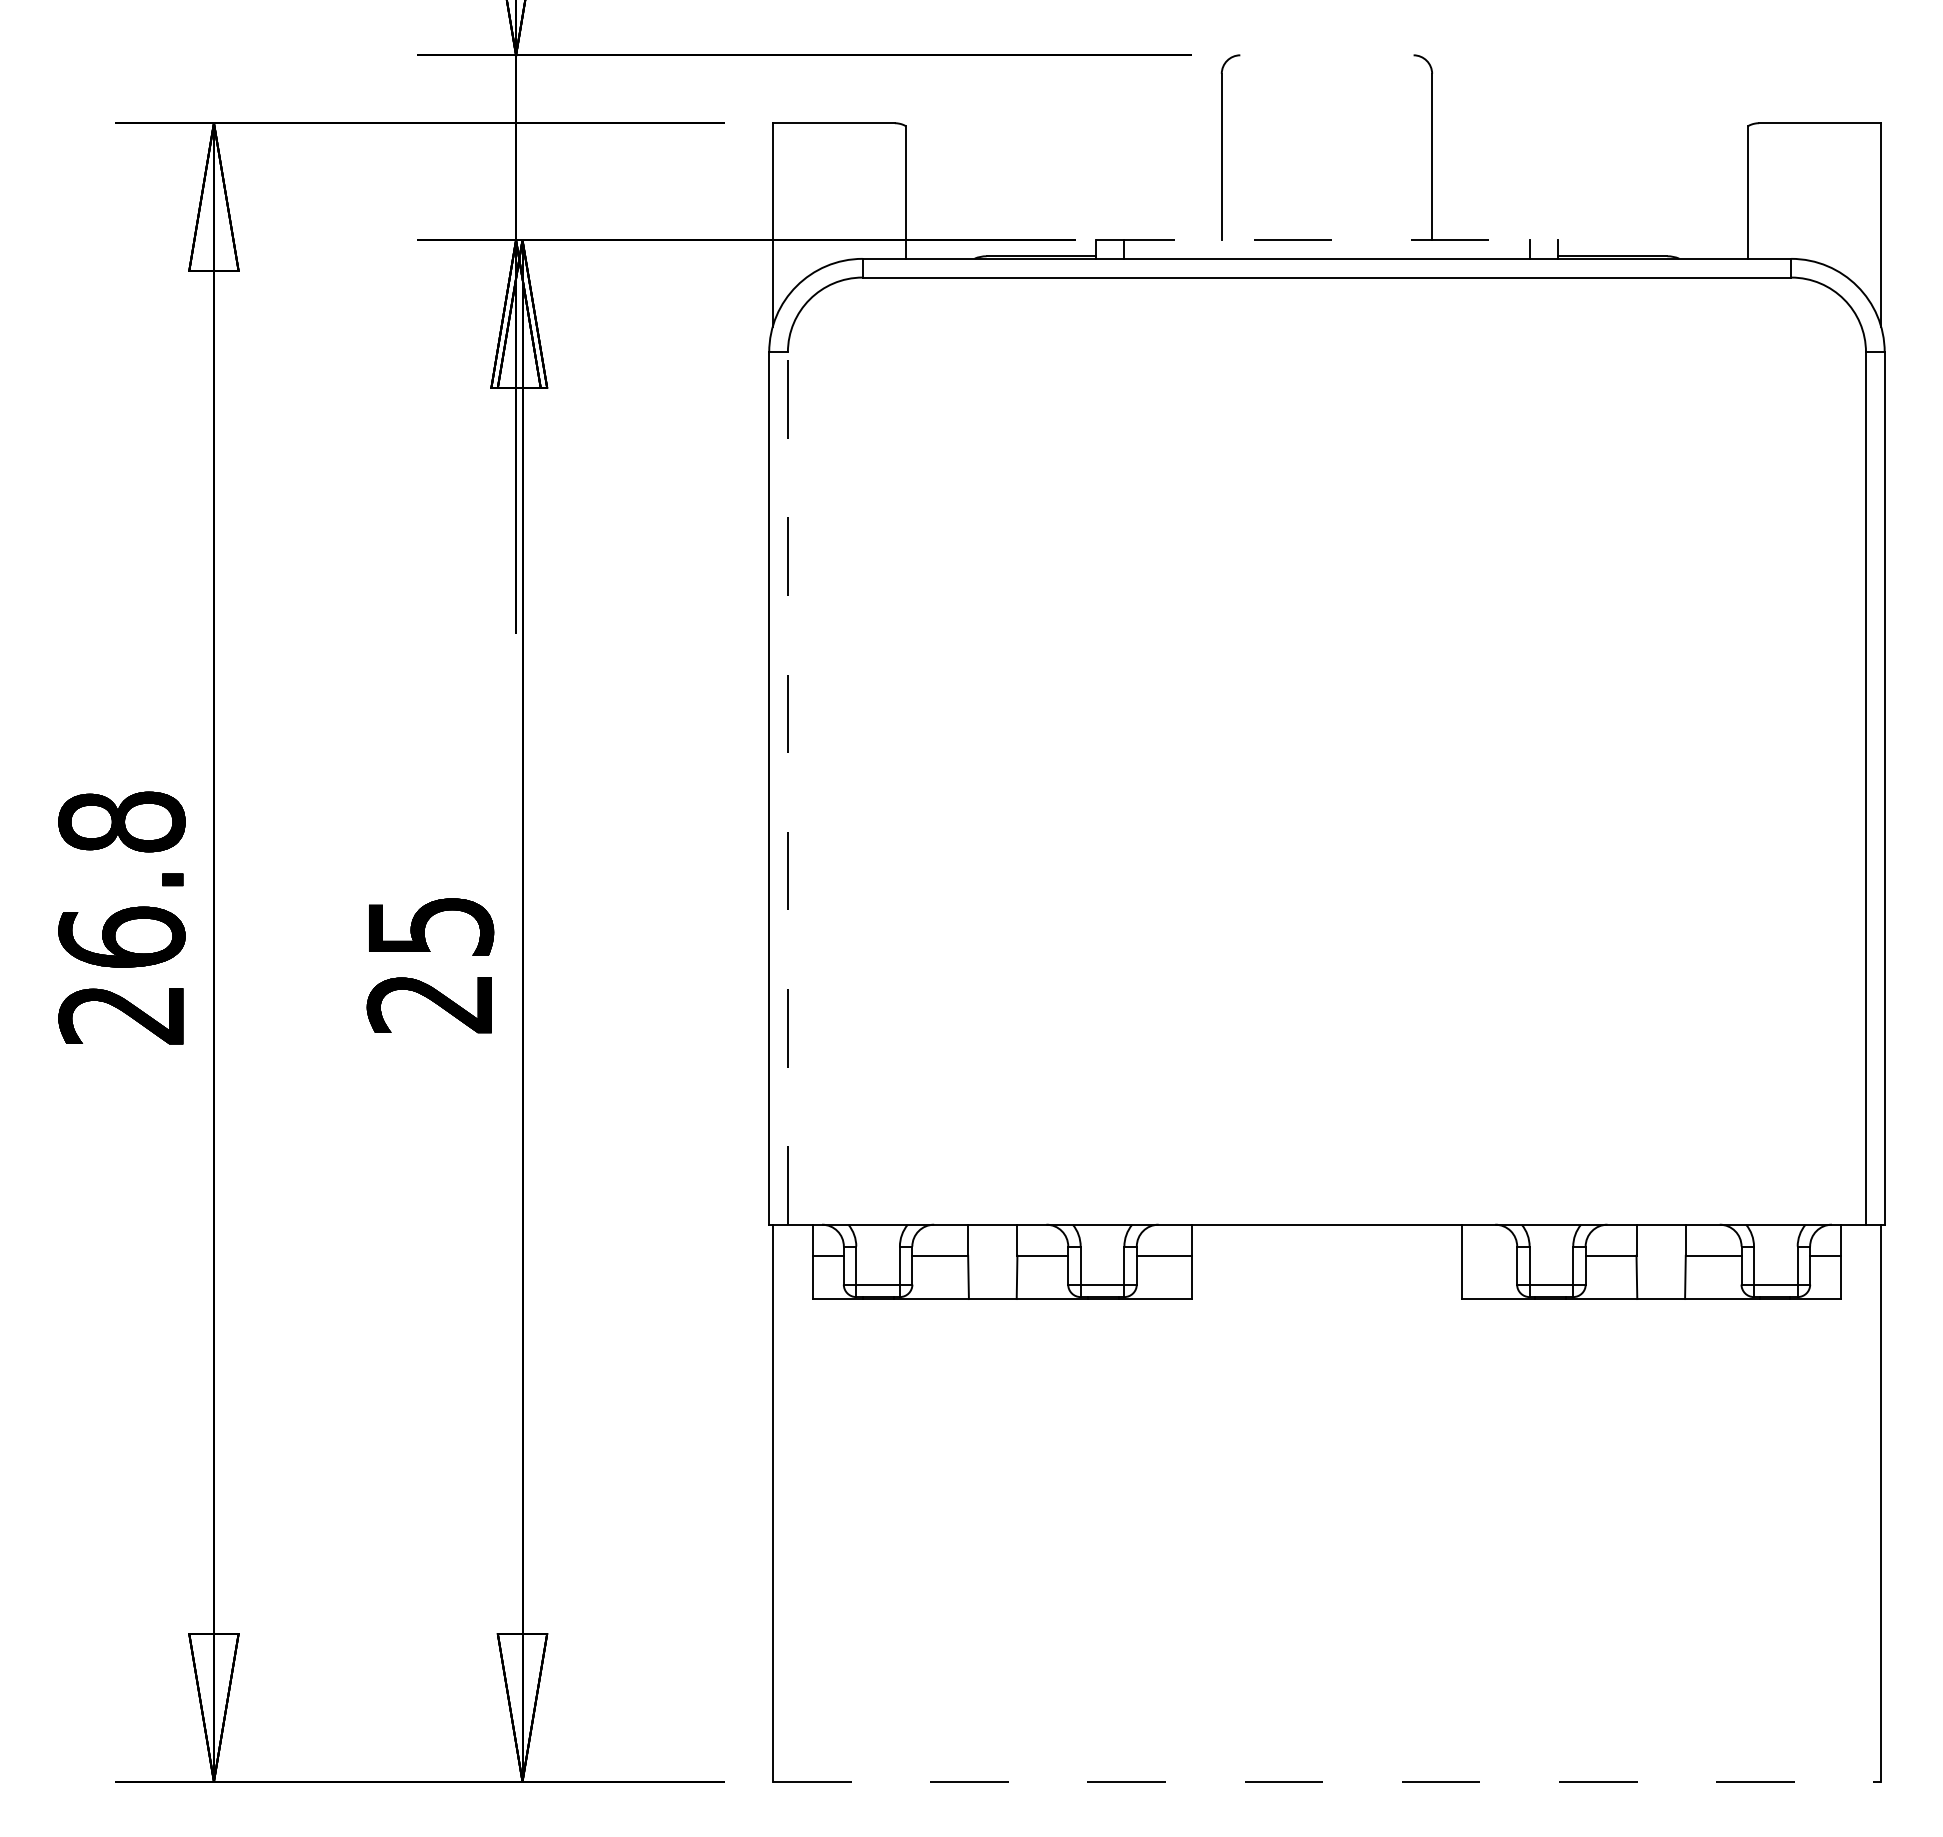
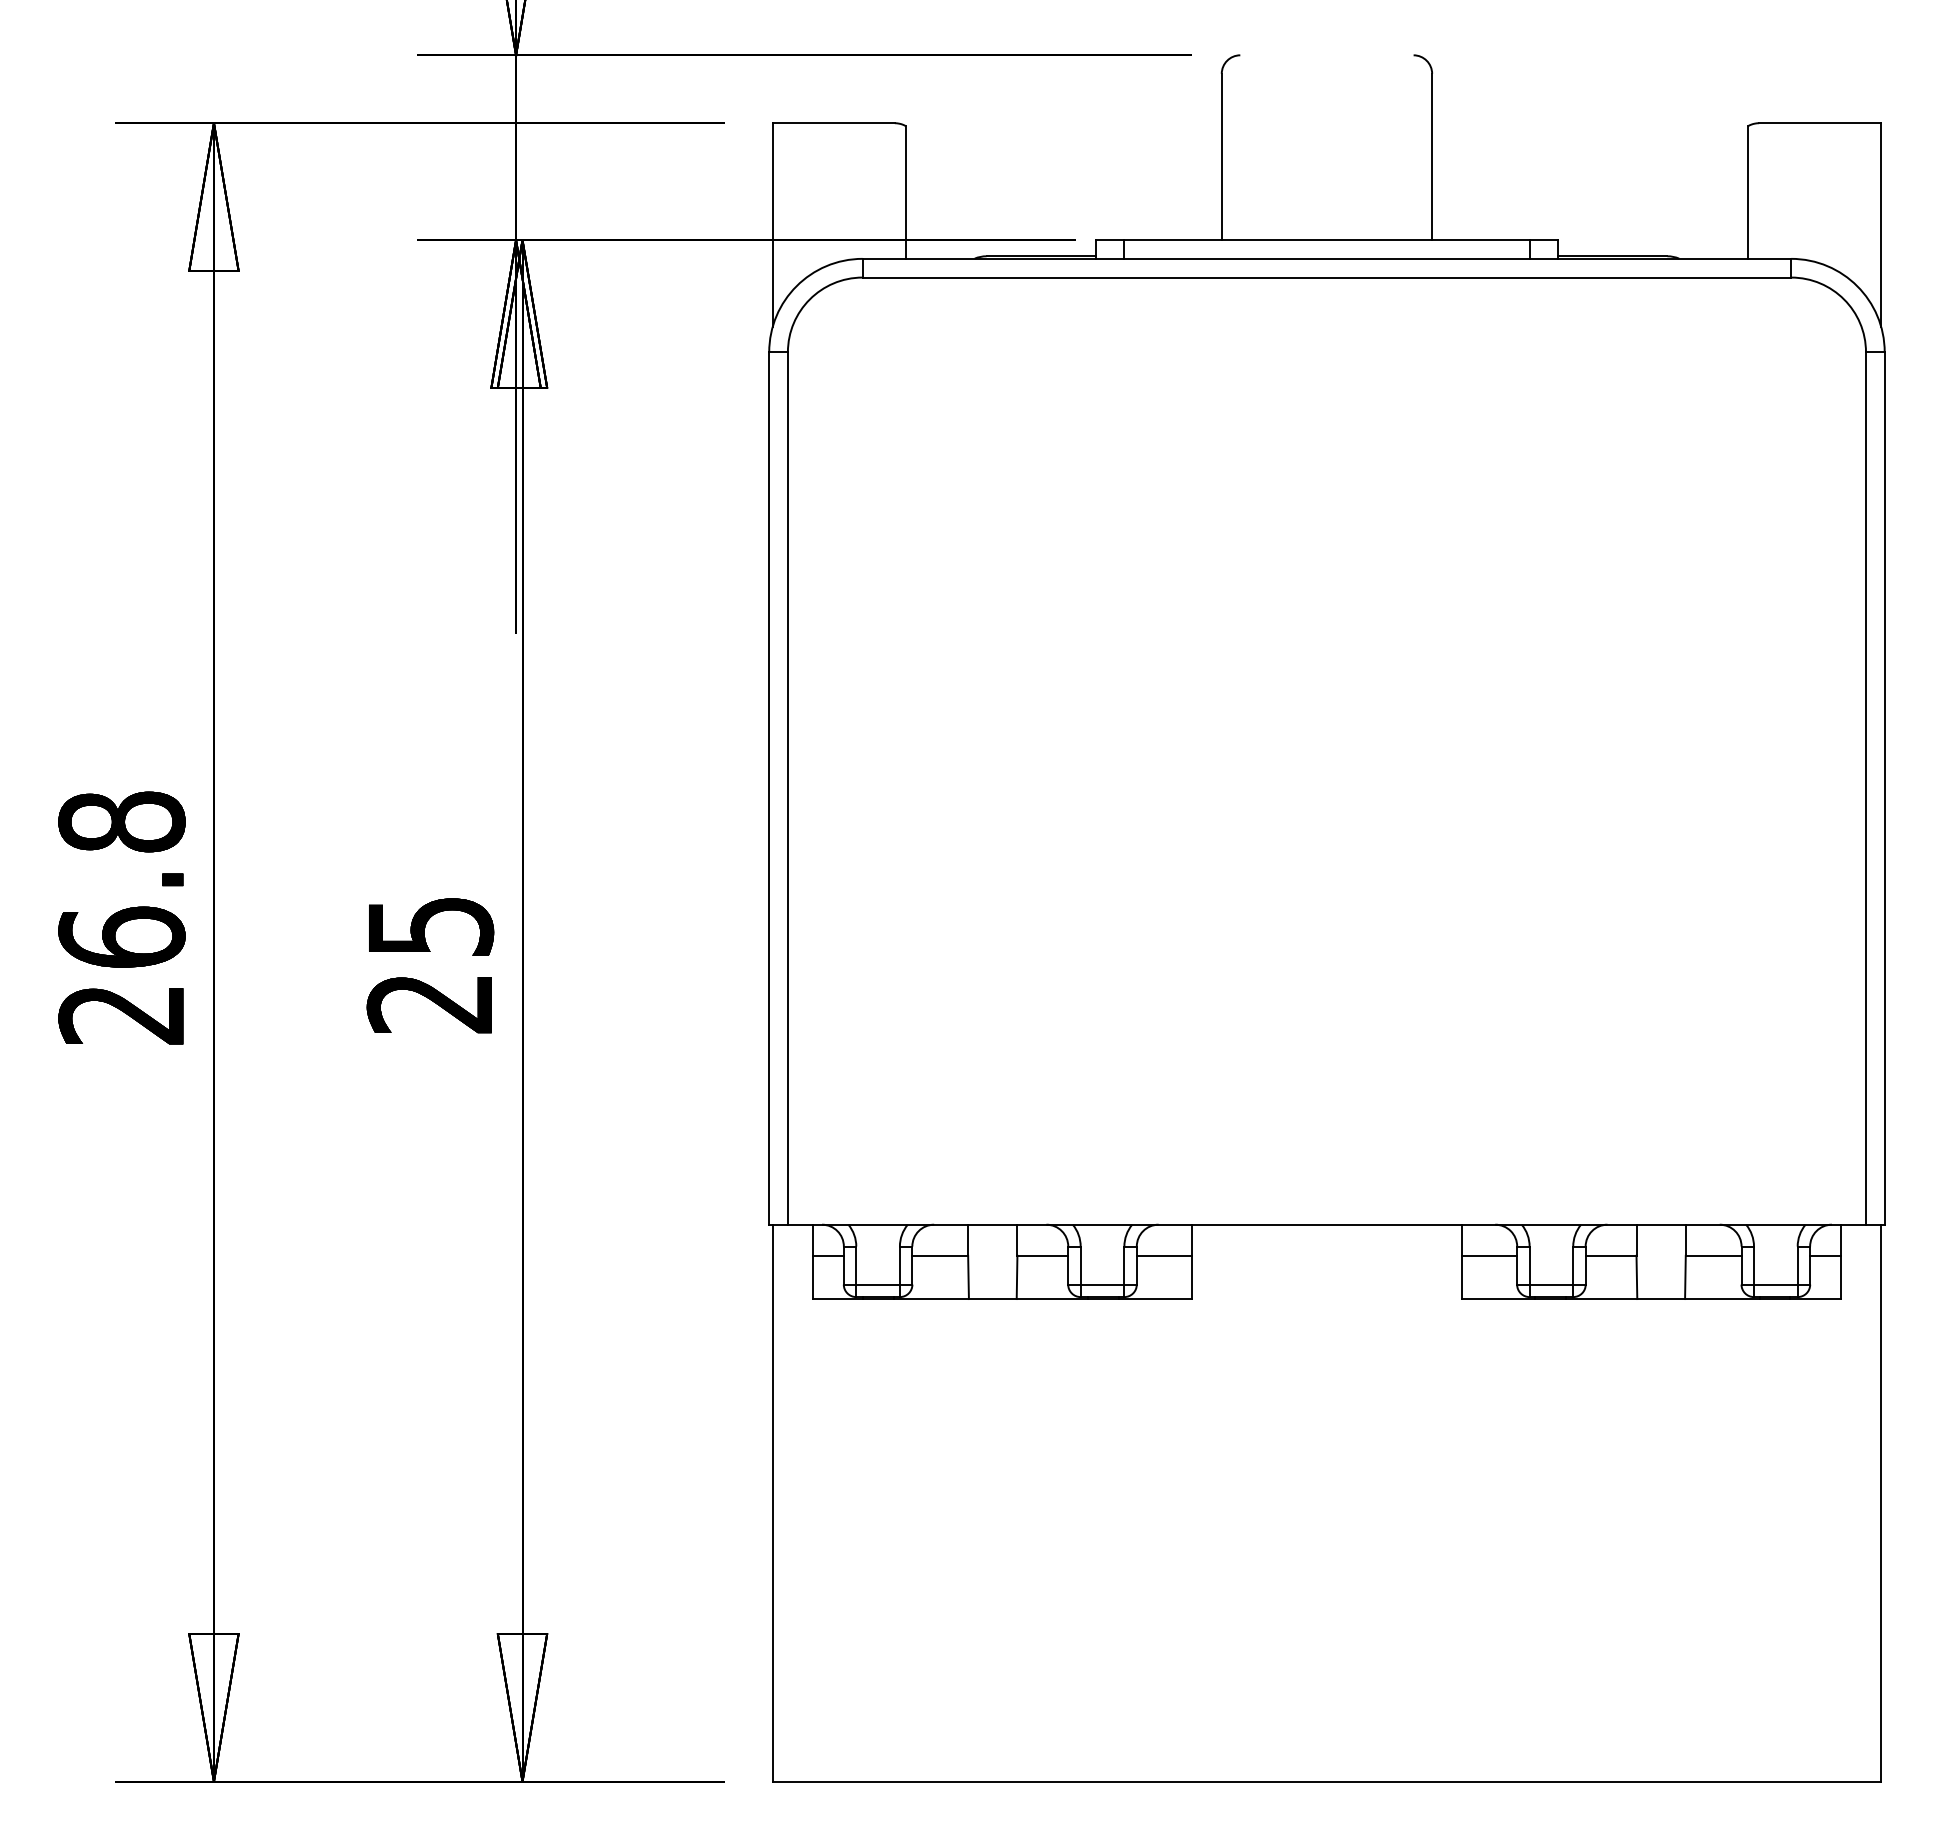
line at (1326, 240): dashed -> solid
line at (787, 788): dashed -> solid
line at (1489, 1255): none -> present
line at (1326, 1781): dashed -> solid
